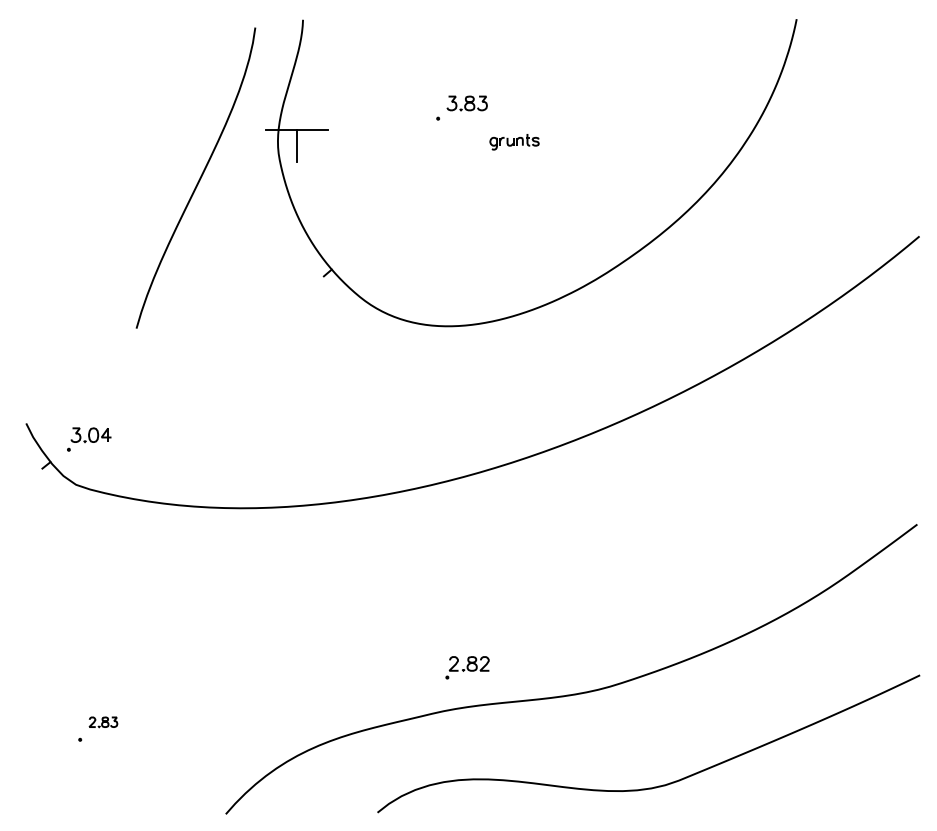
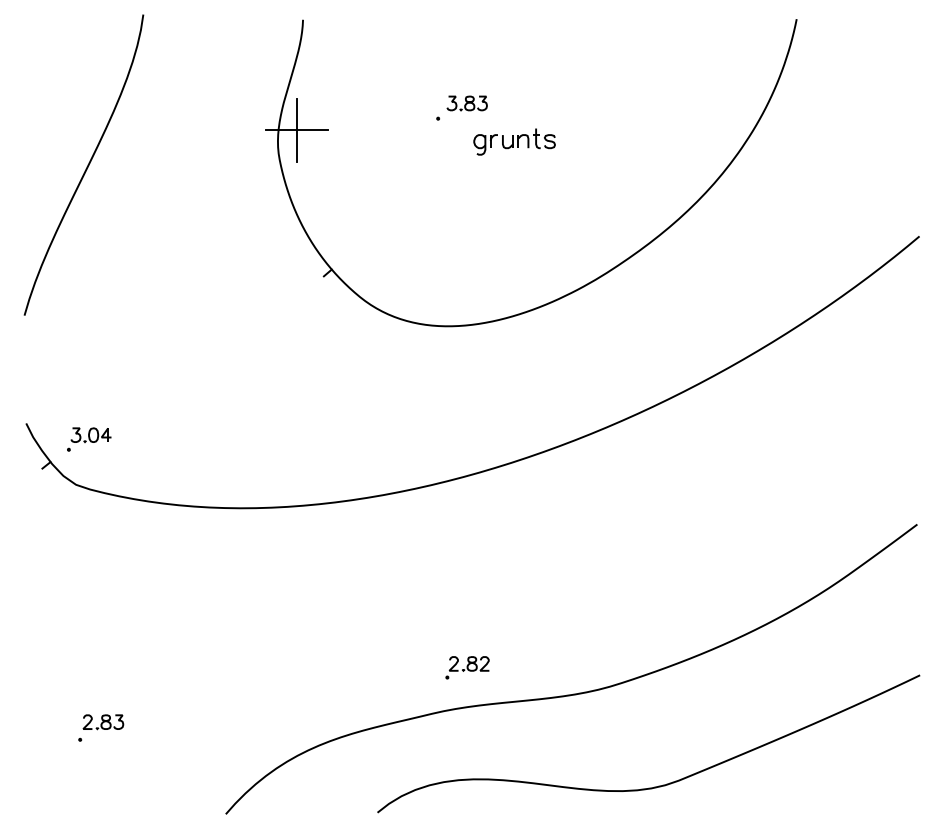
line at (296, 114): none -> present
part at (514, 142) size: 51x17 px -> 83x28 px
curve at (198, 179) position: (198, 179) -> (86, 166)
part at (103, 722) size: 31x13 px -> 43x17 px
